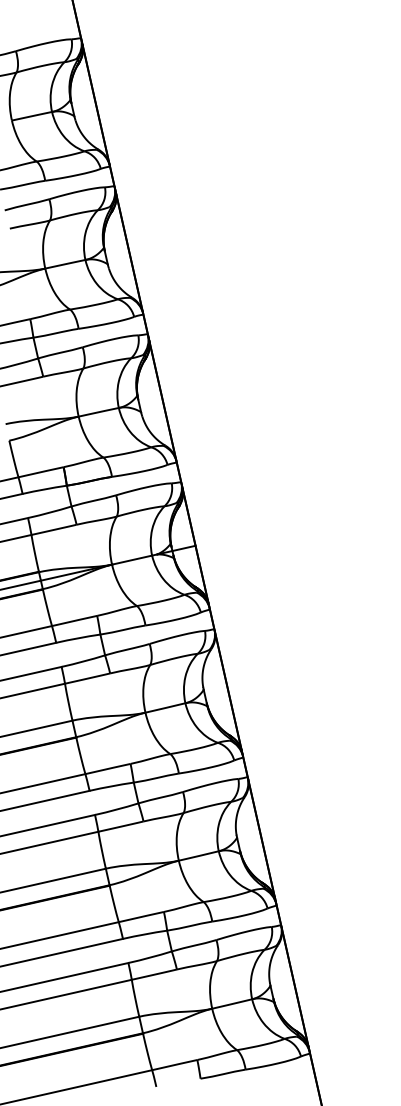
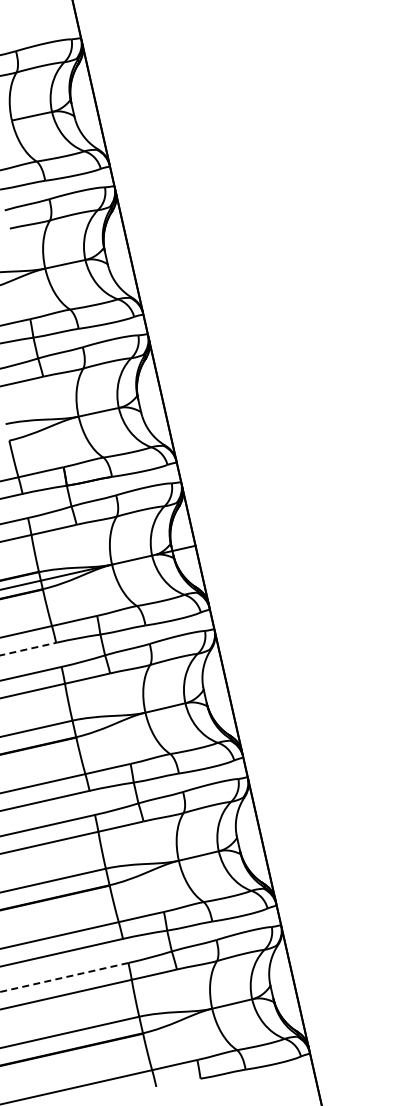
line at (28, 648): solid -> dashed
line at (64, 977): solid -> dashed
